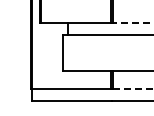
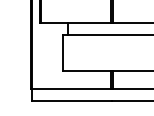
line at (132, 23): dashed -> solid
line at (133, 89): dashed -> solid
